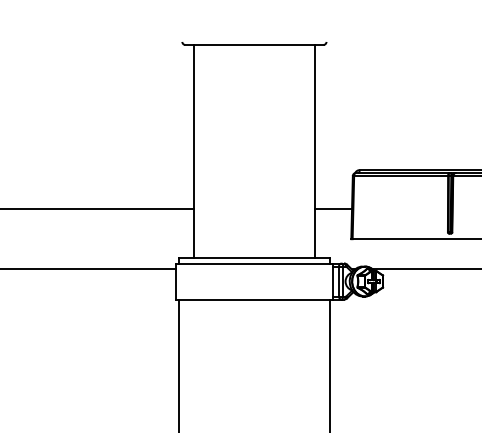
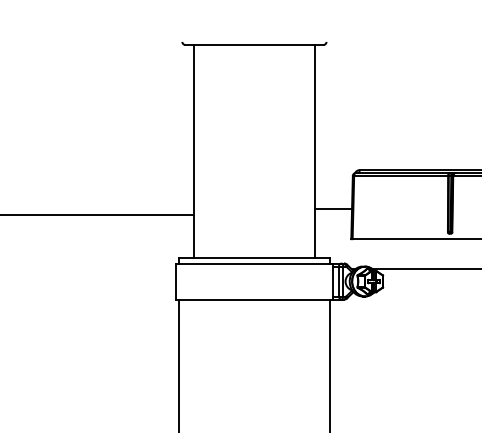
line at (98, 209) position: (98, 209) -> (98, 215)
line at (89, 269): present -> none
